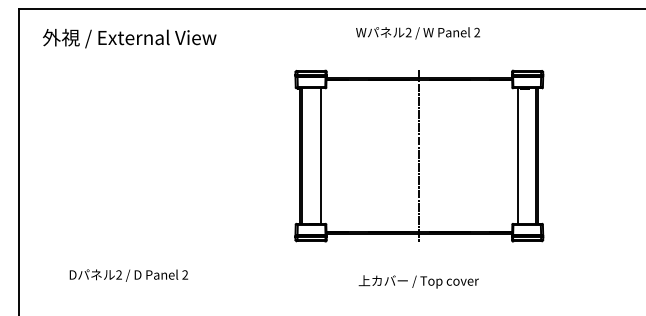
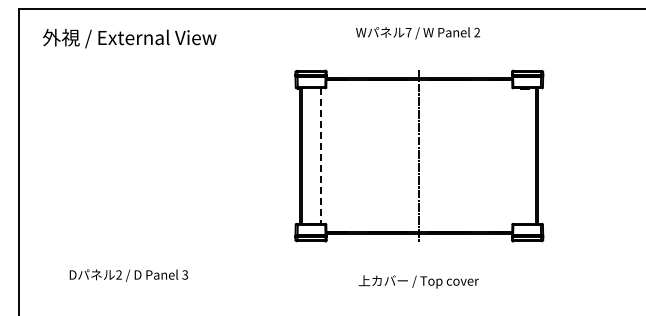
text at (408, 32): 2 -> 7
line at (517, 155): present -> none
line at (321, 156): solid -> dashed
text at (185, 275): 2 -> 3
